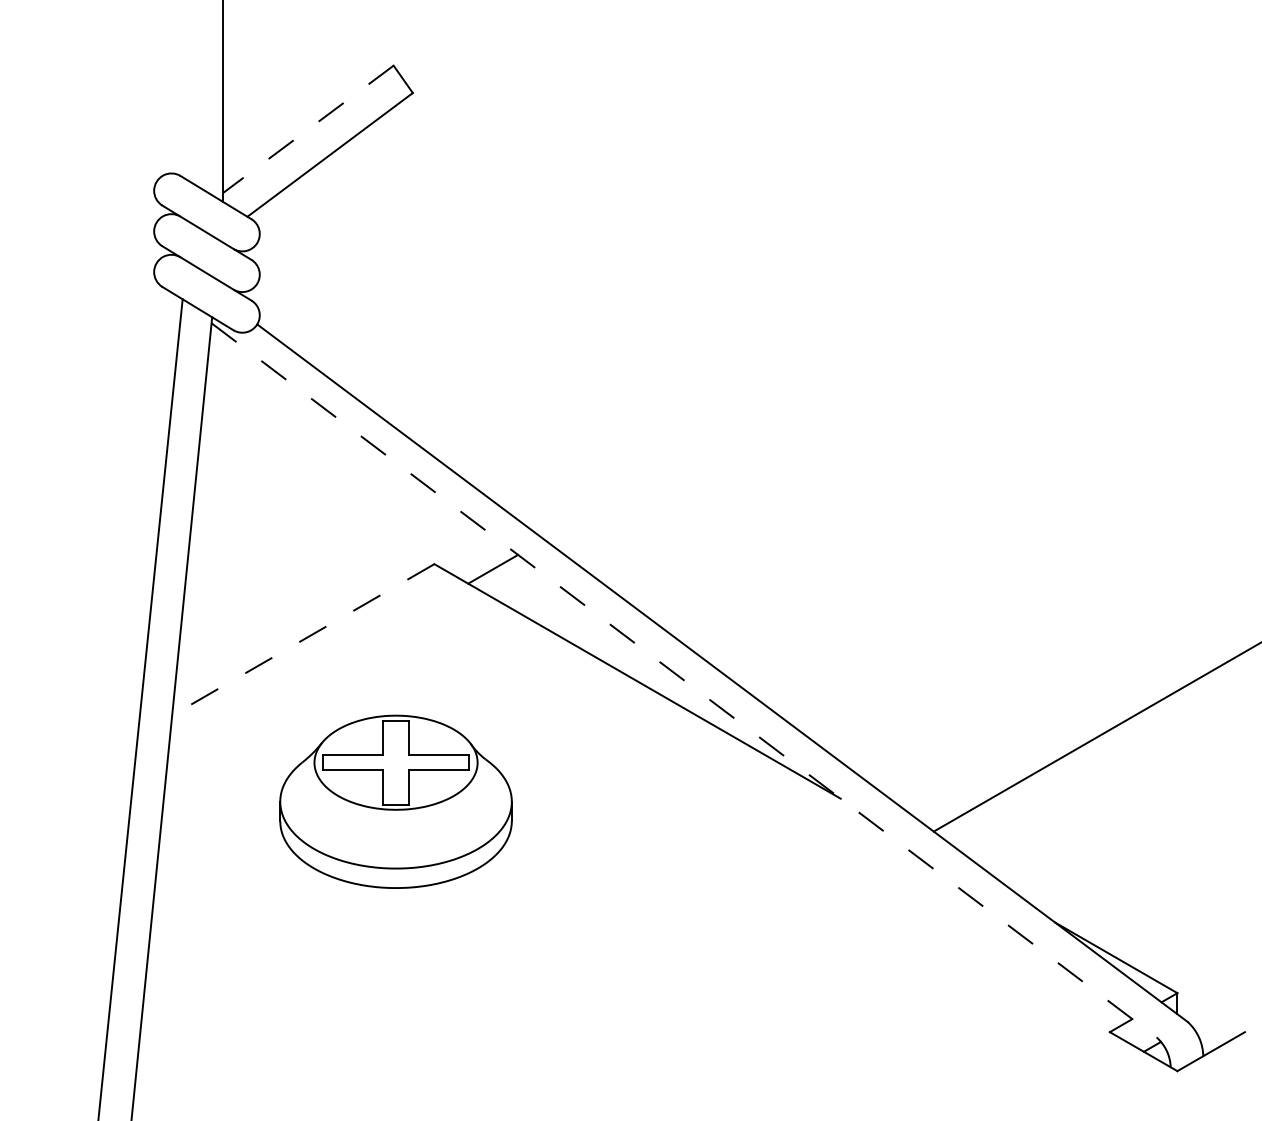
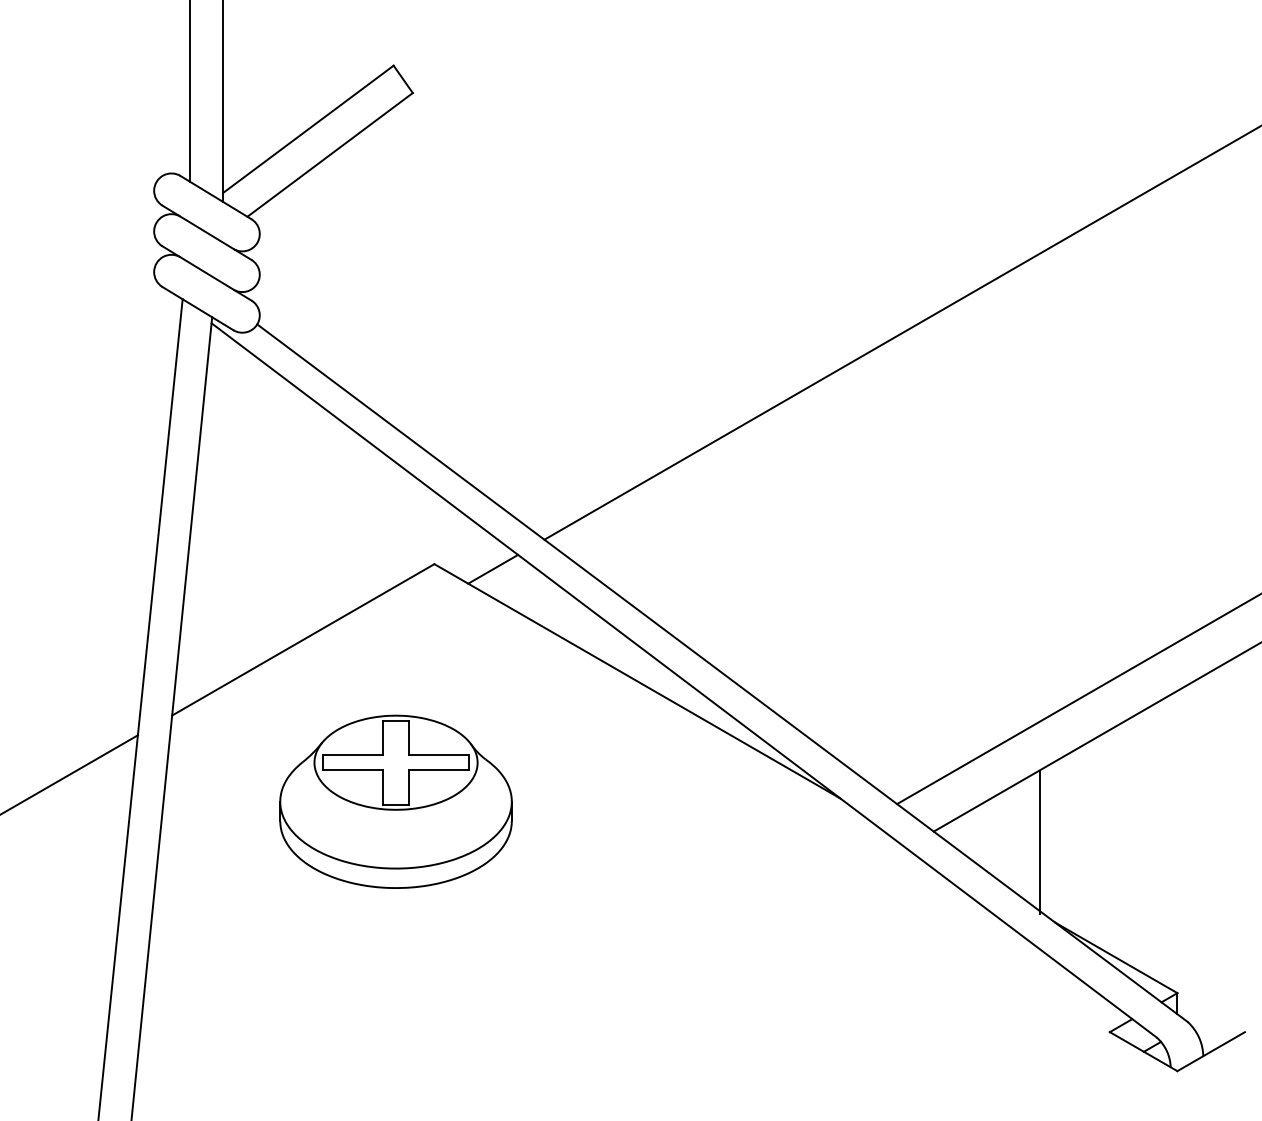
line at (189, 91): none -> present
line at (307, 129): dashed -> solid
line at (901, 333): none -> present
line at (302, 640): dashed -> solid
line at (684, 680): dashed -> solid
line at (1077, 699): none -> present
line at (69, 774): none -> present
line at (1039, 841): none -> present
